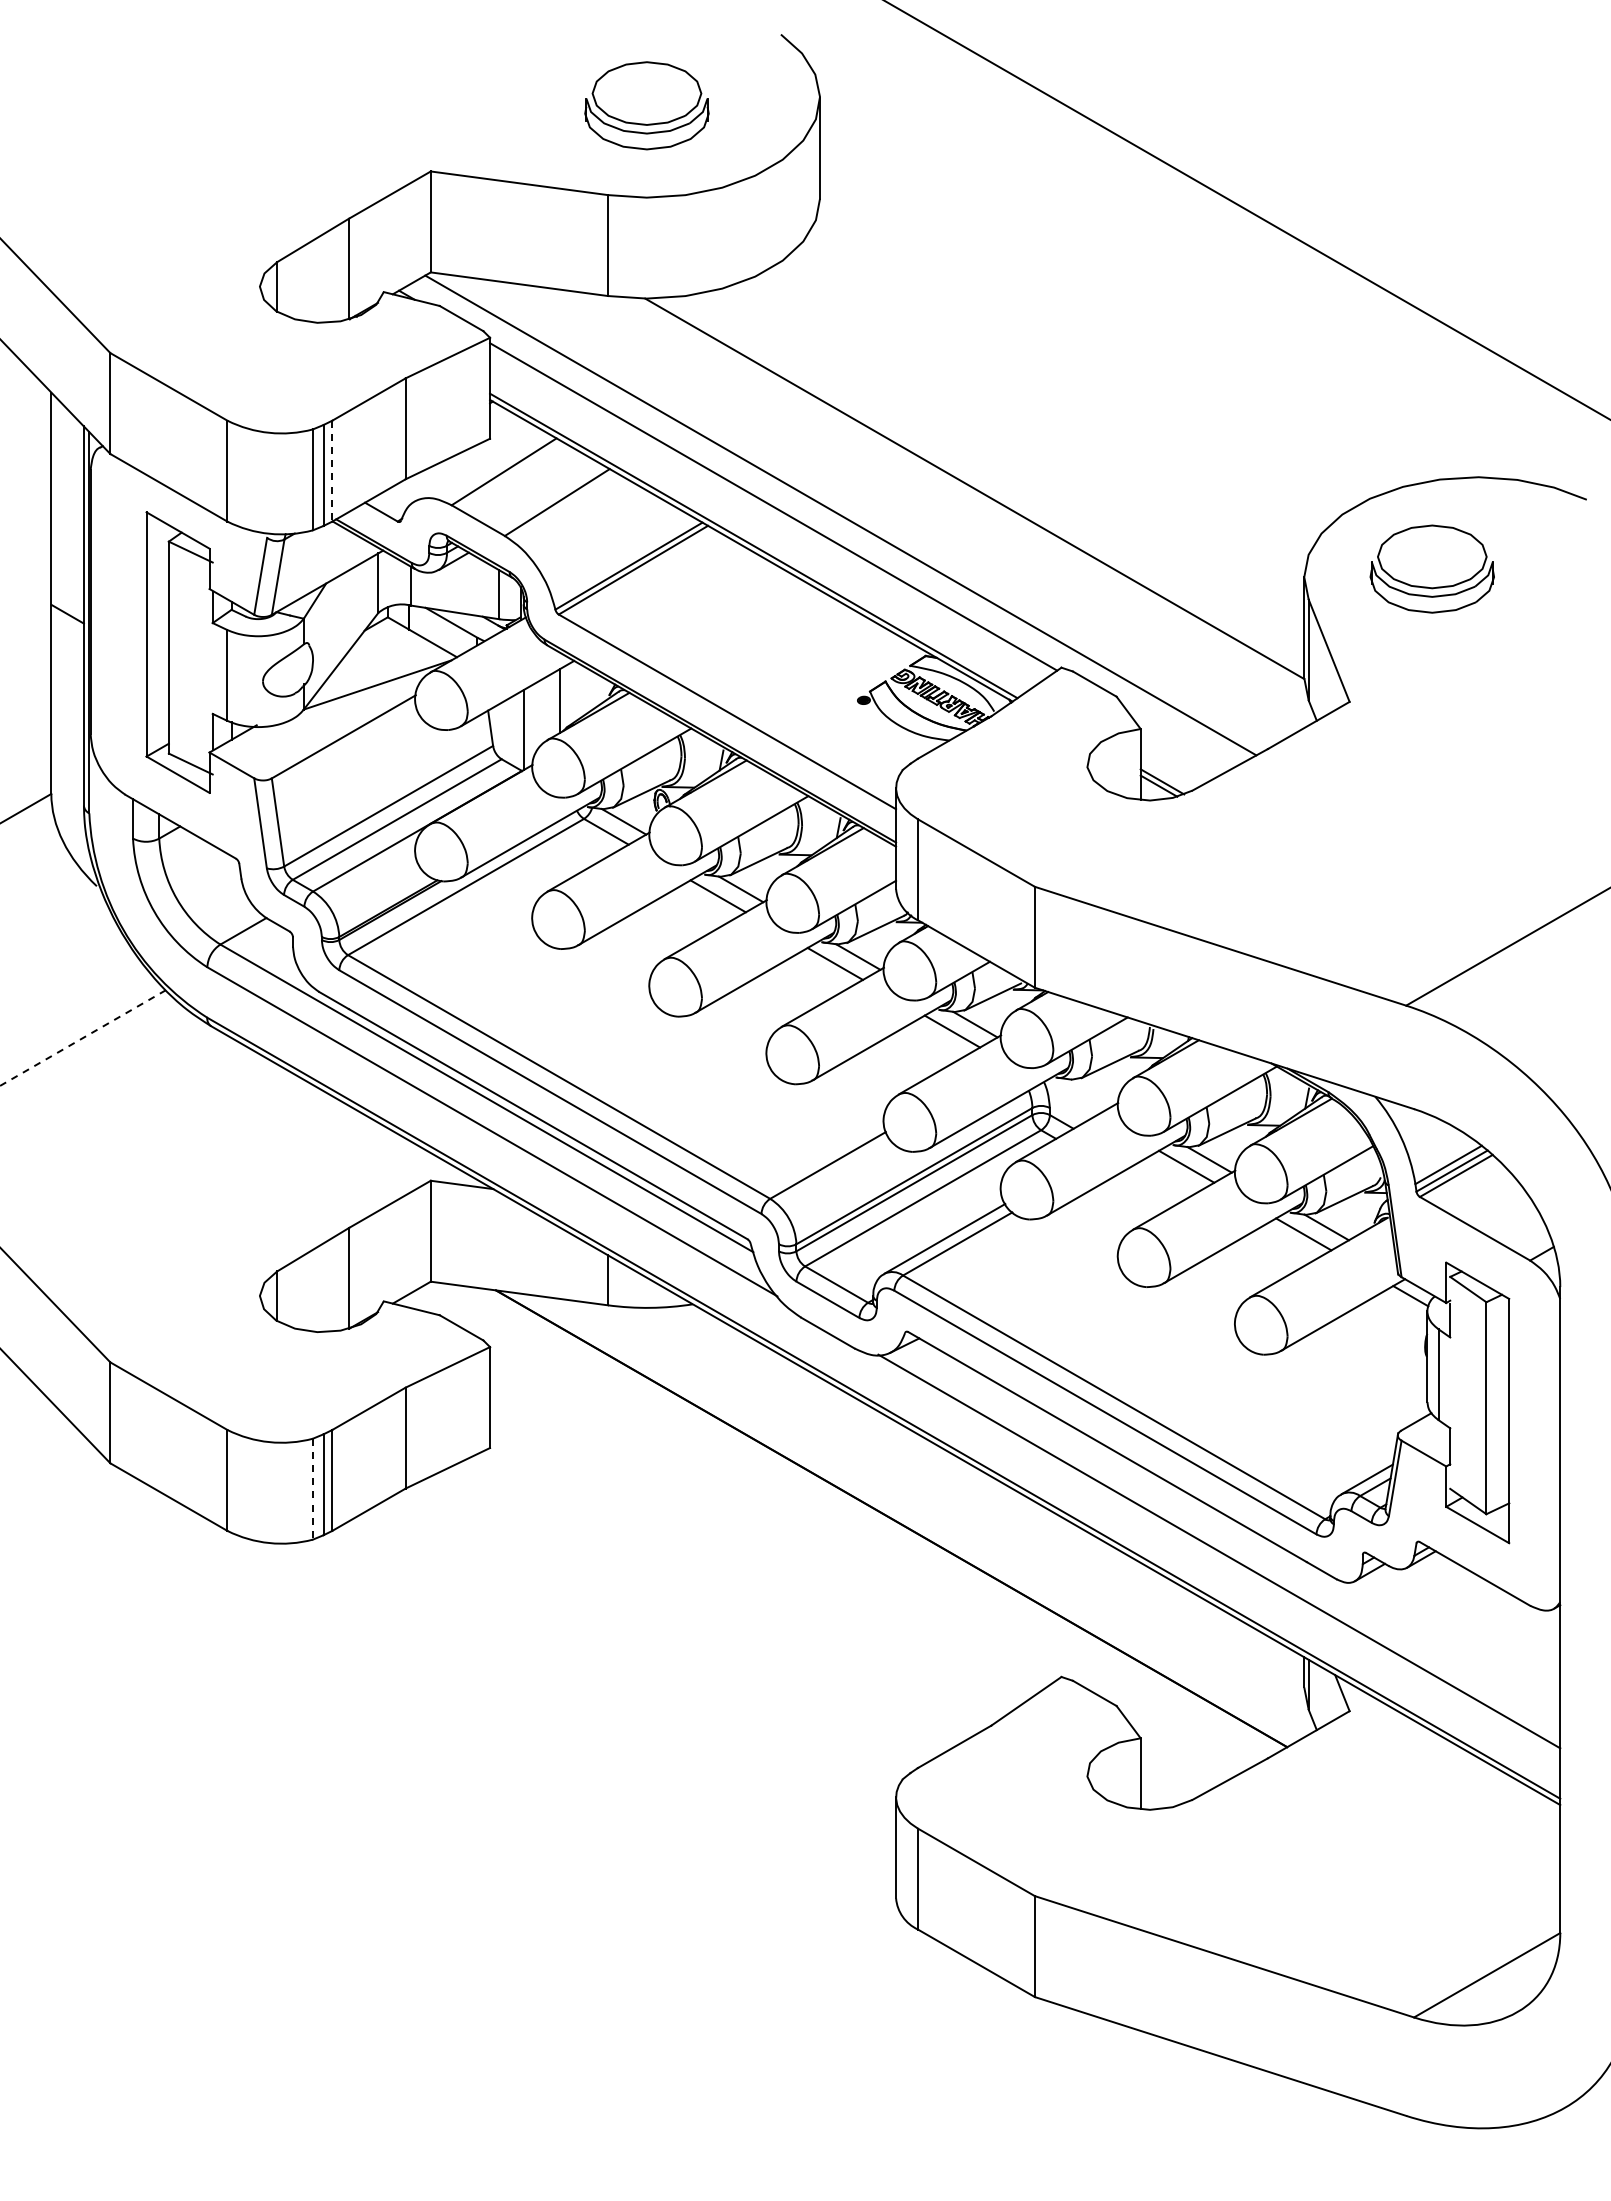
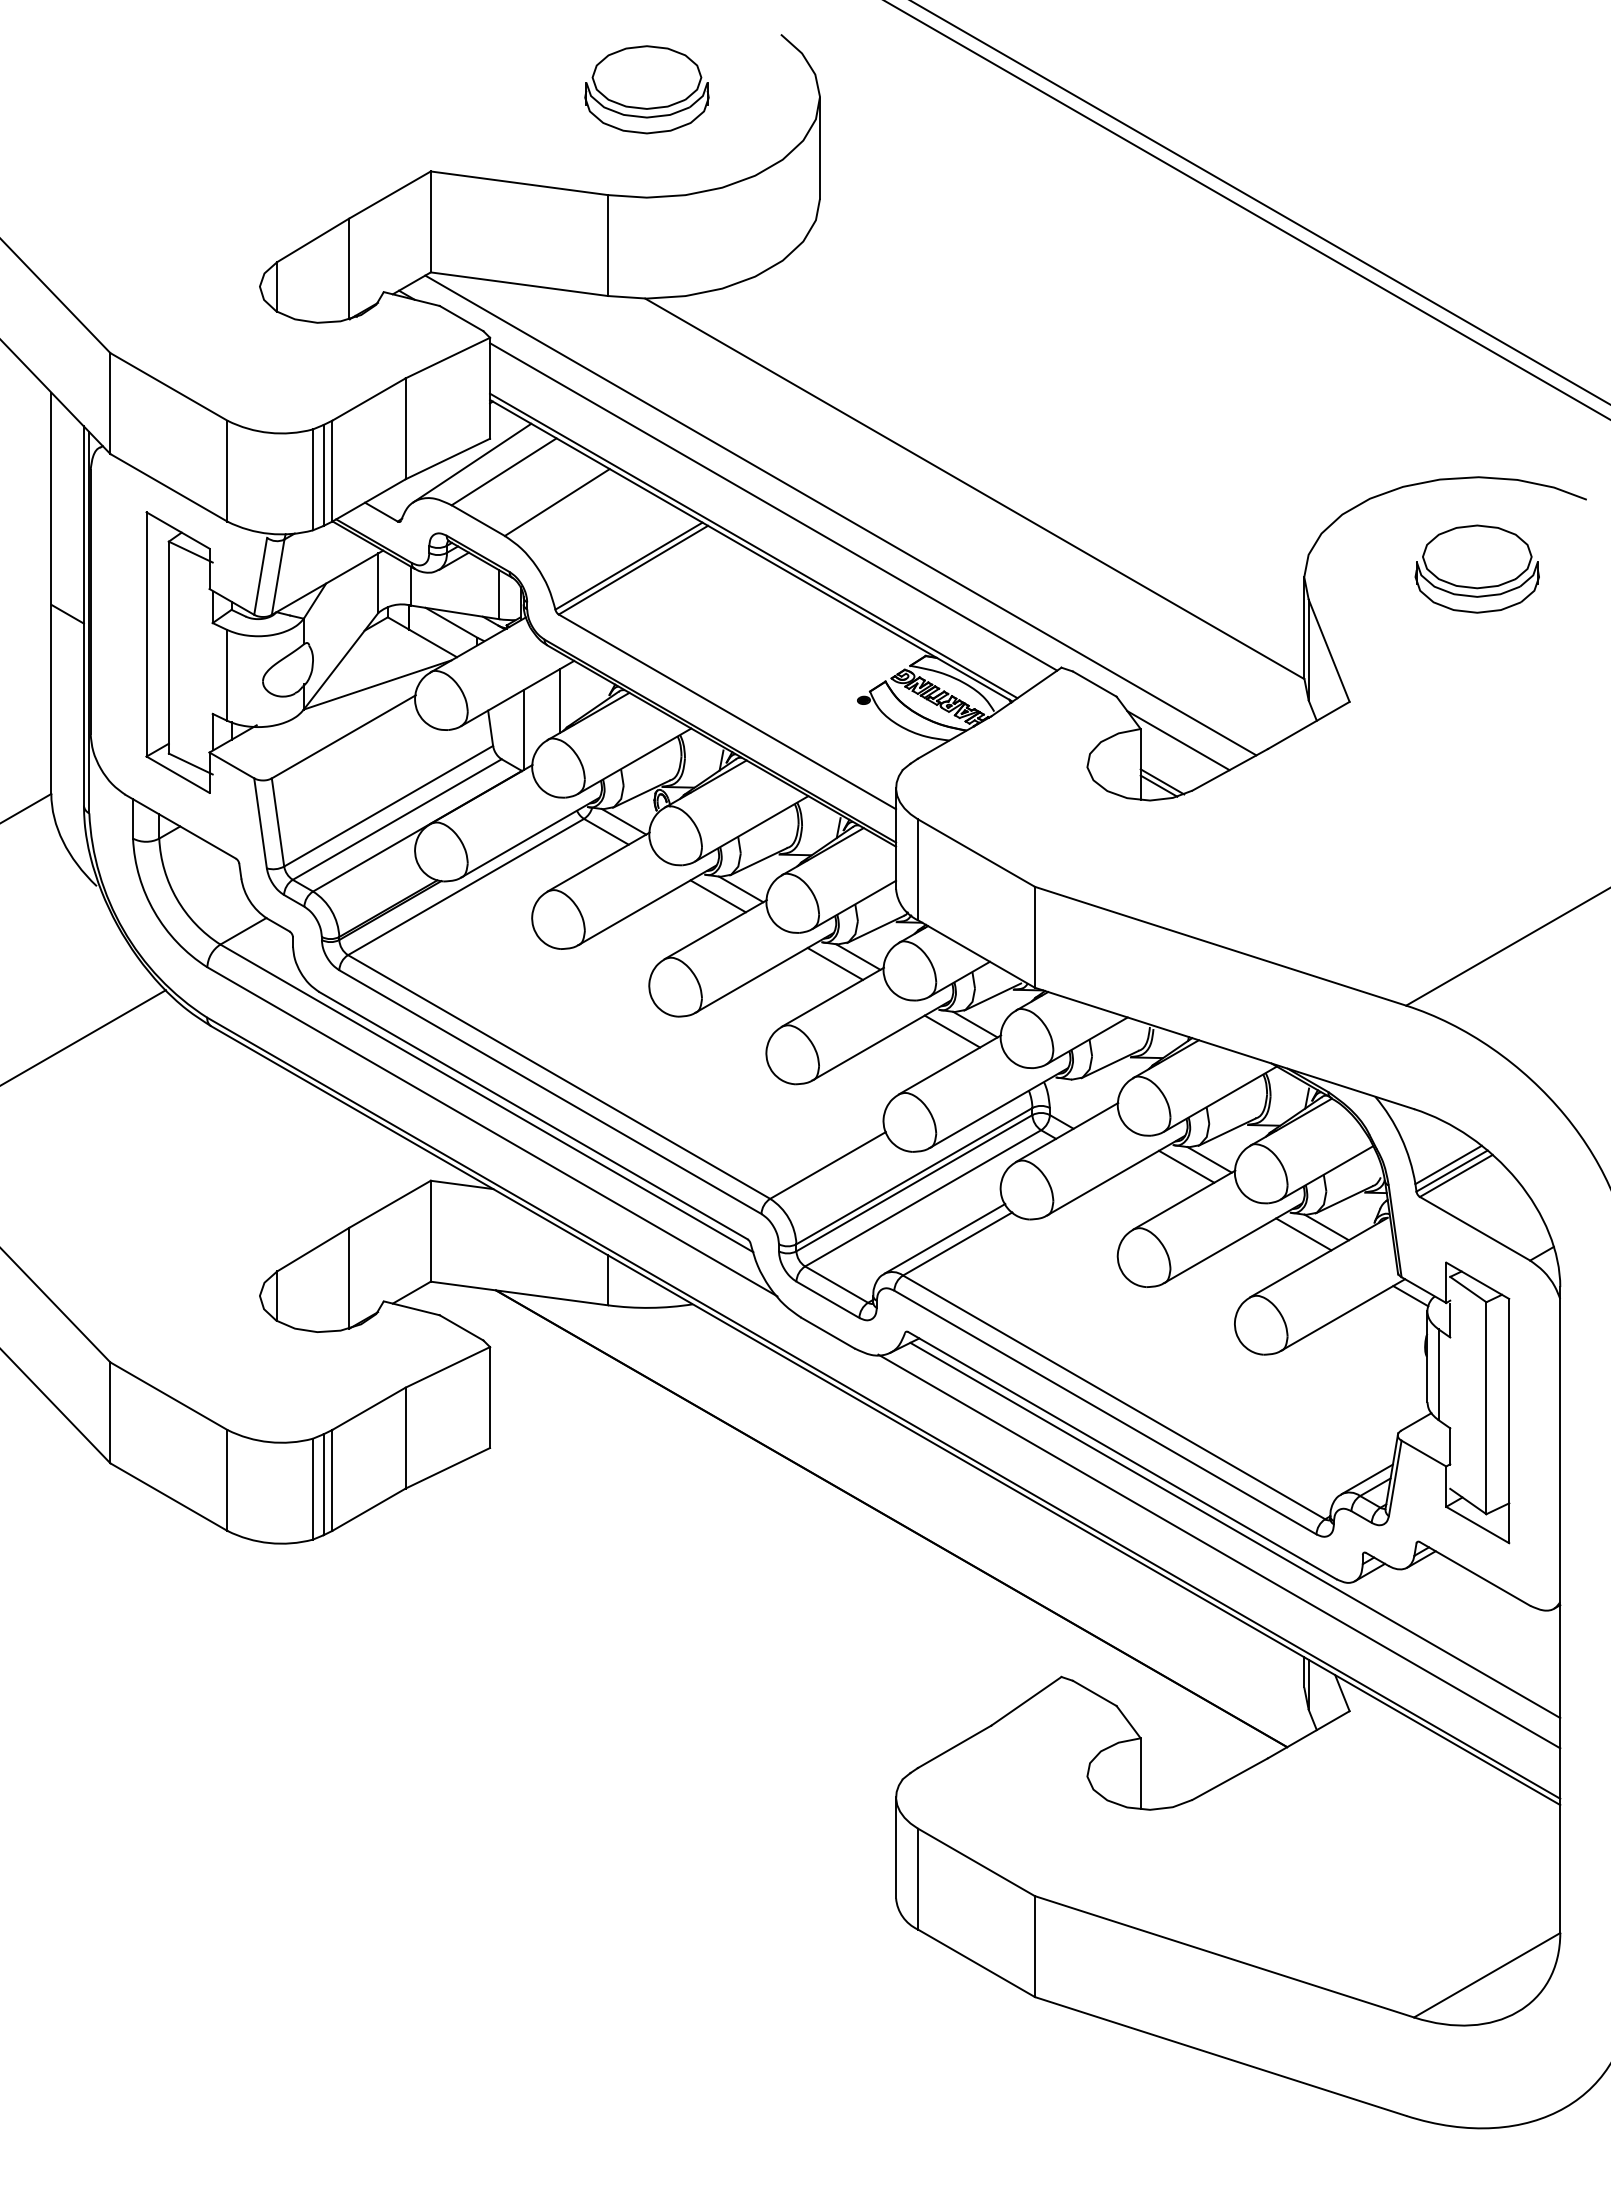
part at (646, 105) position: (646, 105) -> (646, 89)
line at (1260, 202): none -> present
line at (472, 462): none -> present
line at (332, 471): dashed -> solid
part at (1431, 568) position: (1431, 568) -> (1476, 568)
line at (1178, 740): none -> present
line at (82, 1038): dashed -> solid
line at (312, 1489): dashed -> solid
line at (1235, 1530): none -> present
